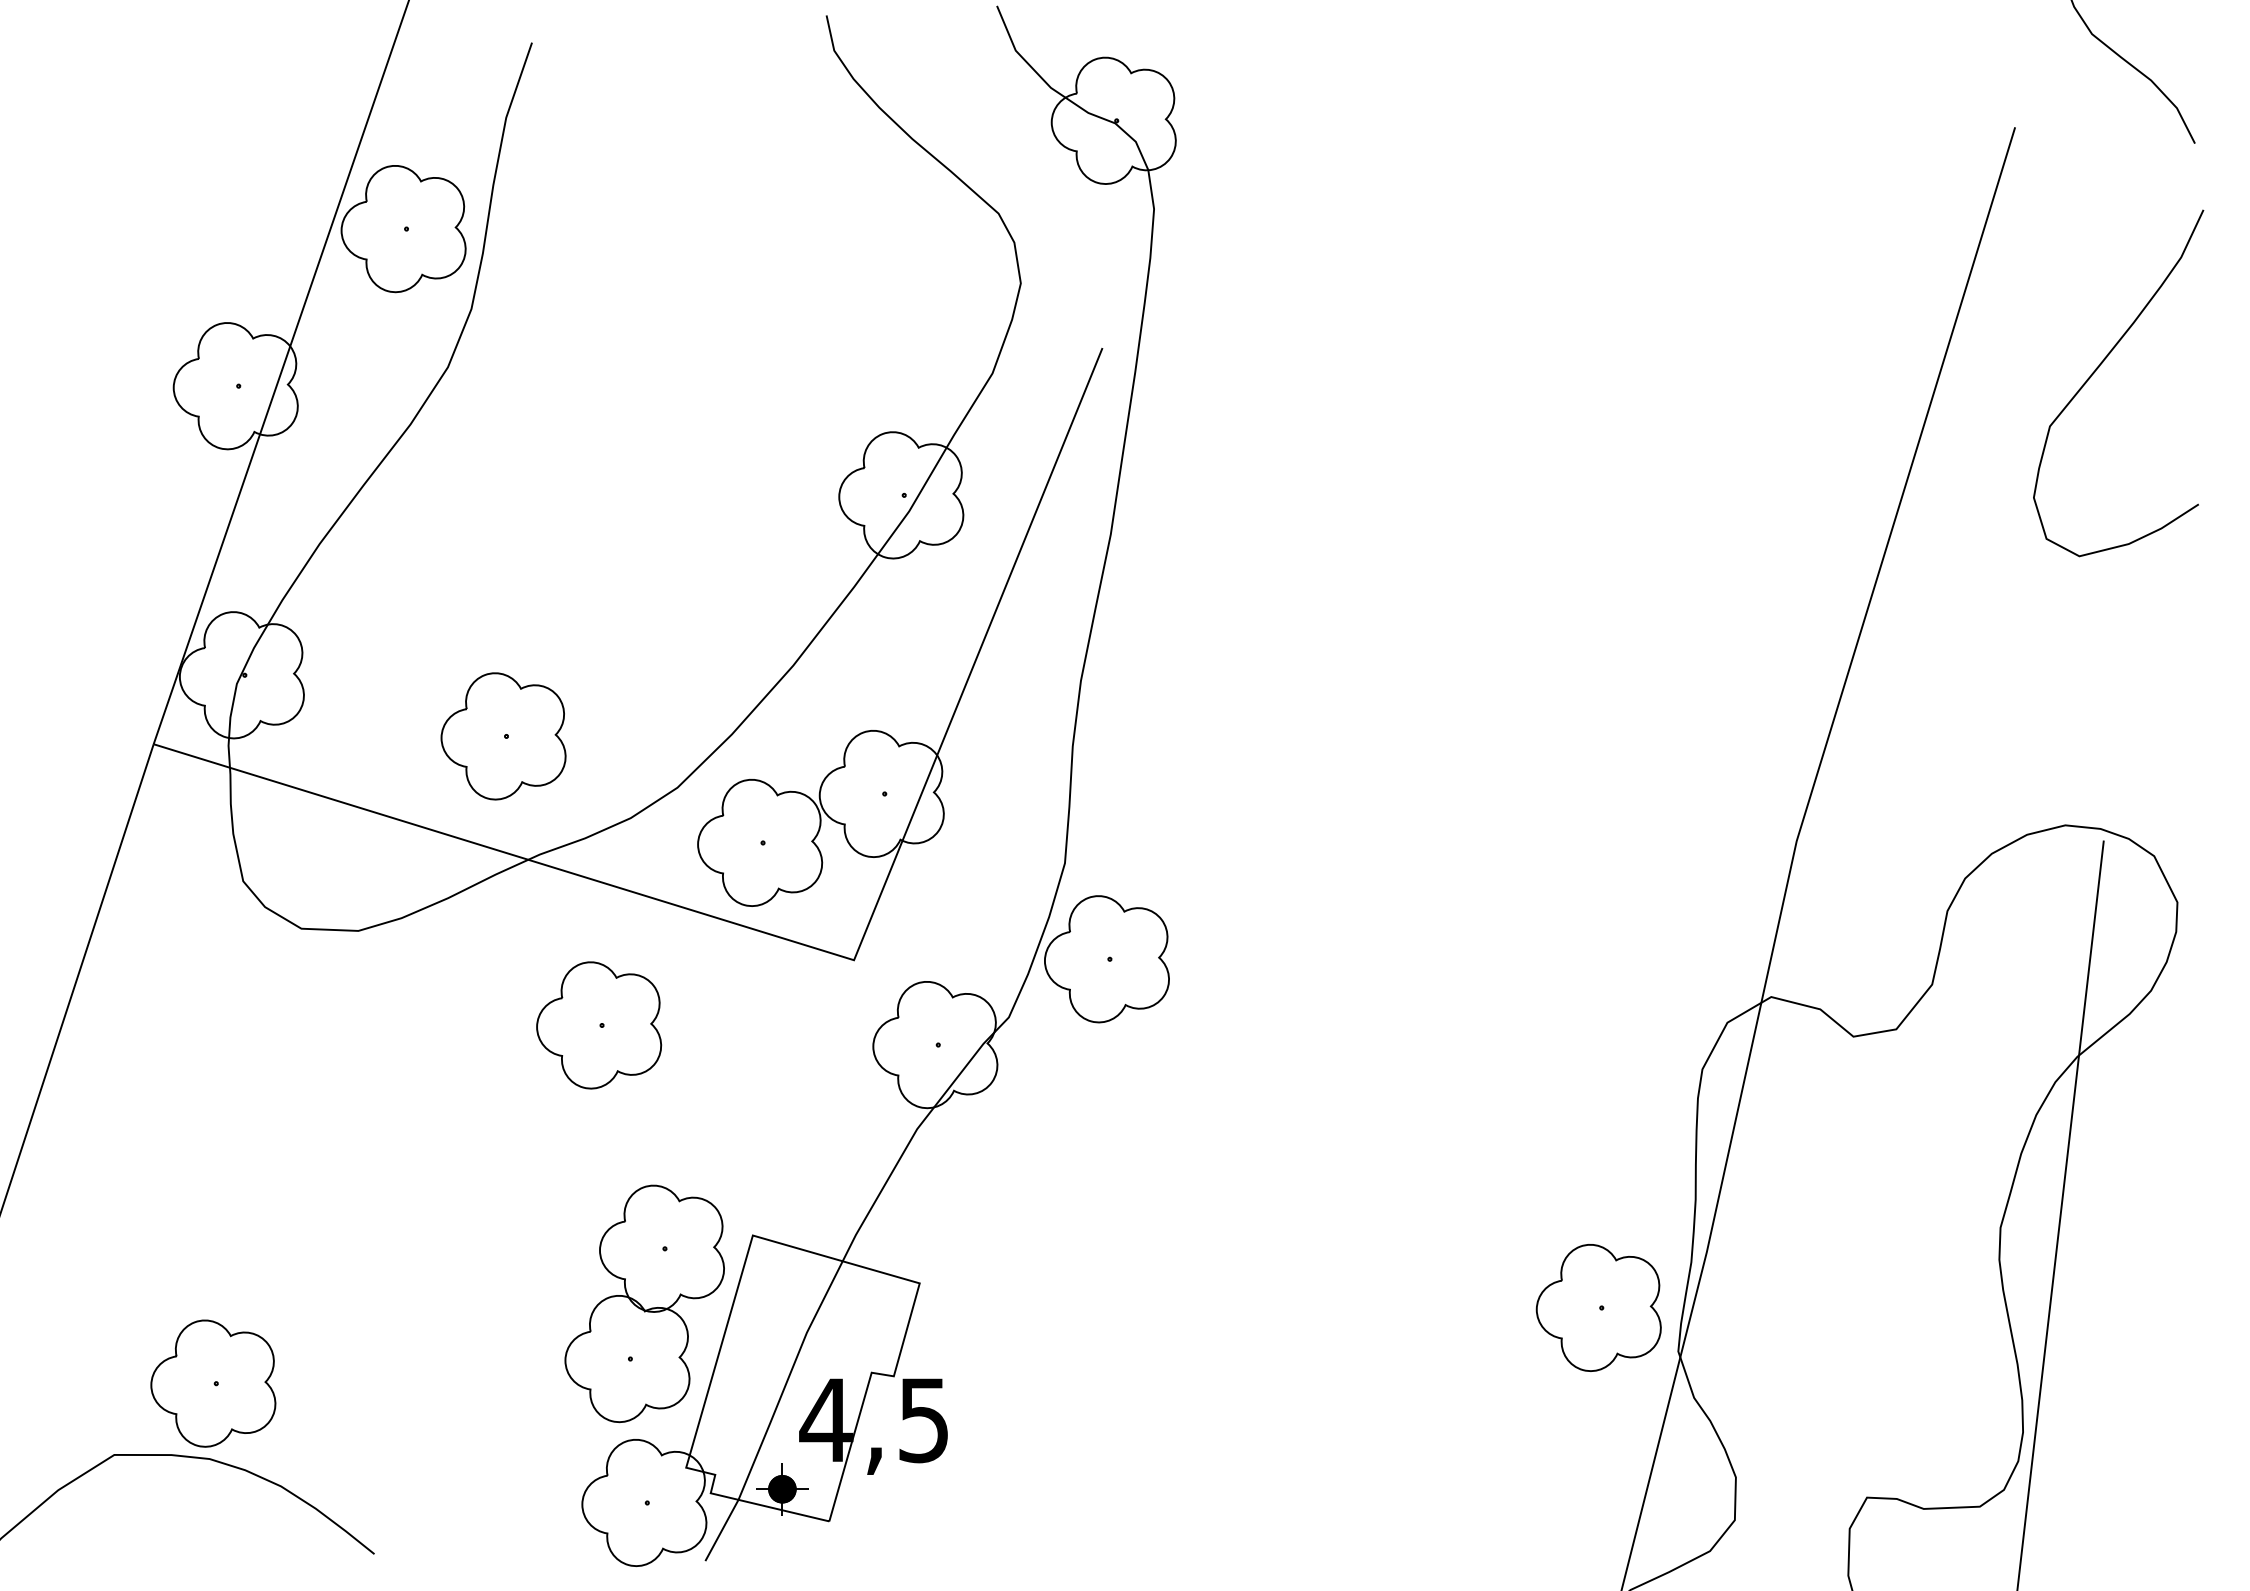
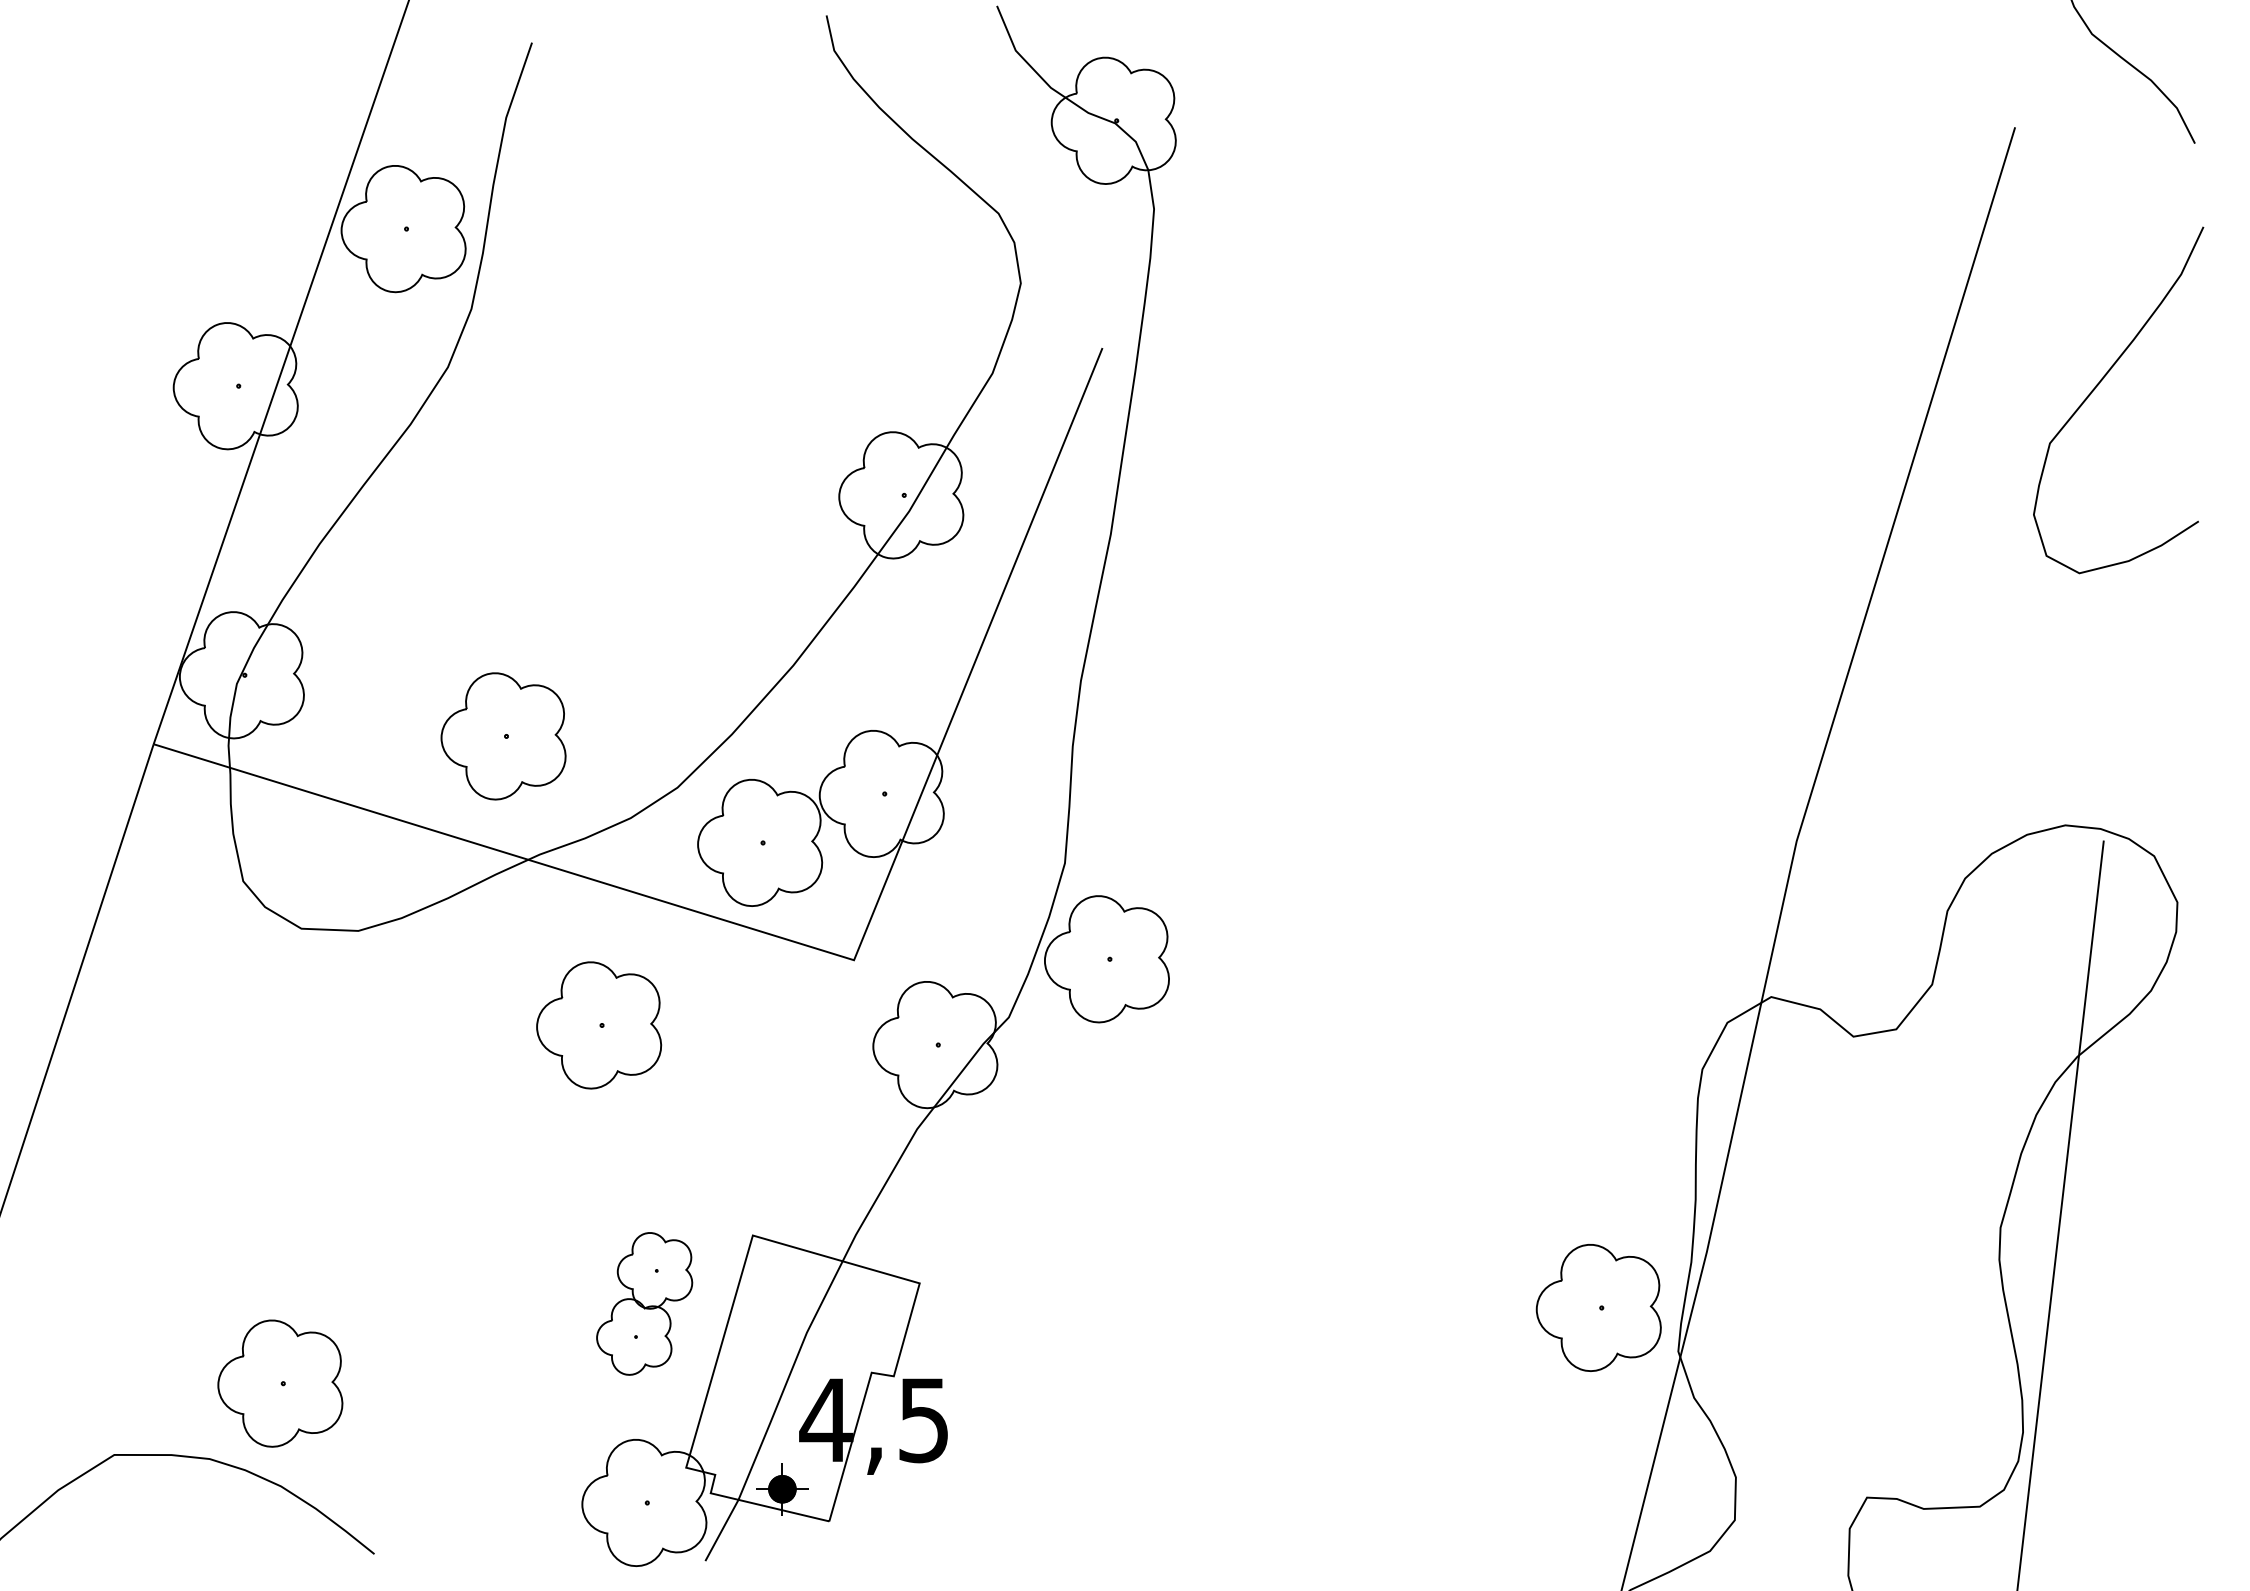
curve at (2099, 367) position: (2099, 367) -> (2099, 384)
part at (644, 1303) size: 161x240 px -> 98x144 px
part at (213, 1383) position: (213, 1383) -> (280, 1383)
